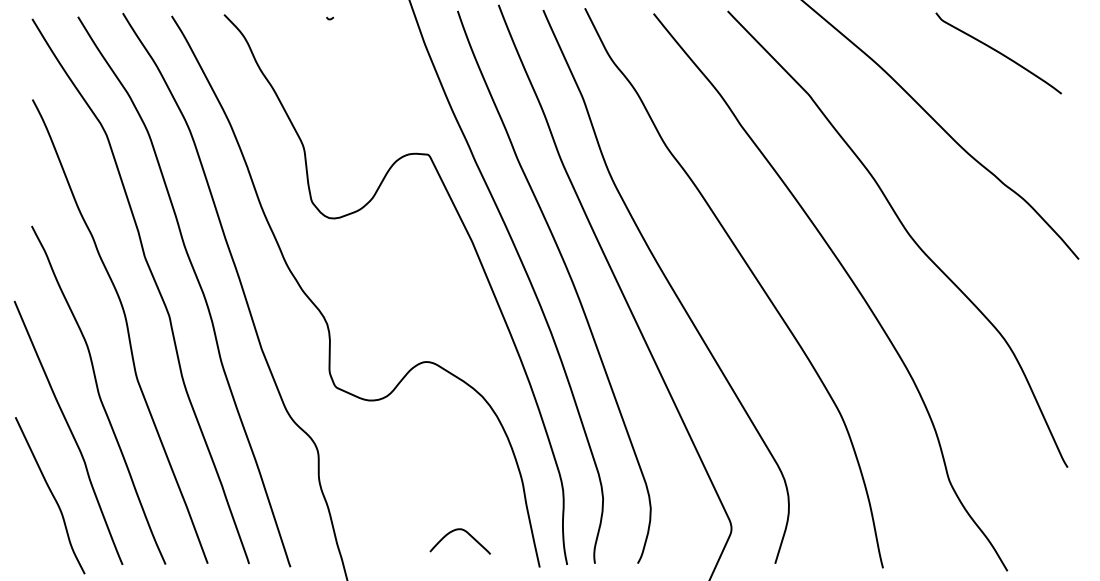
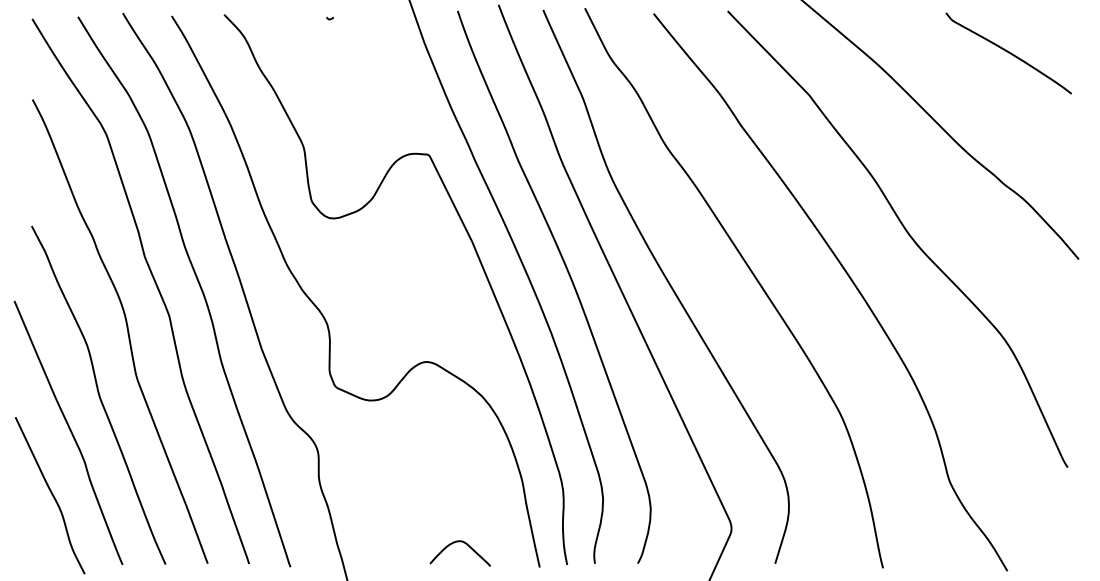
curve at (998, 53) position: (998, 53) -> (1008, 53)
curve at (465, 532) position: (465, 532) -> (465, 544)
